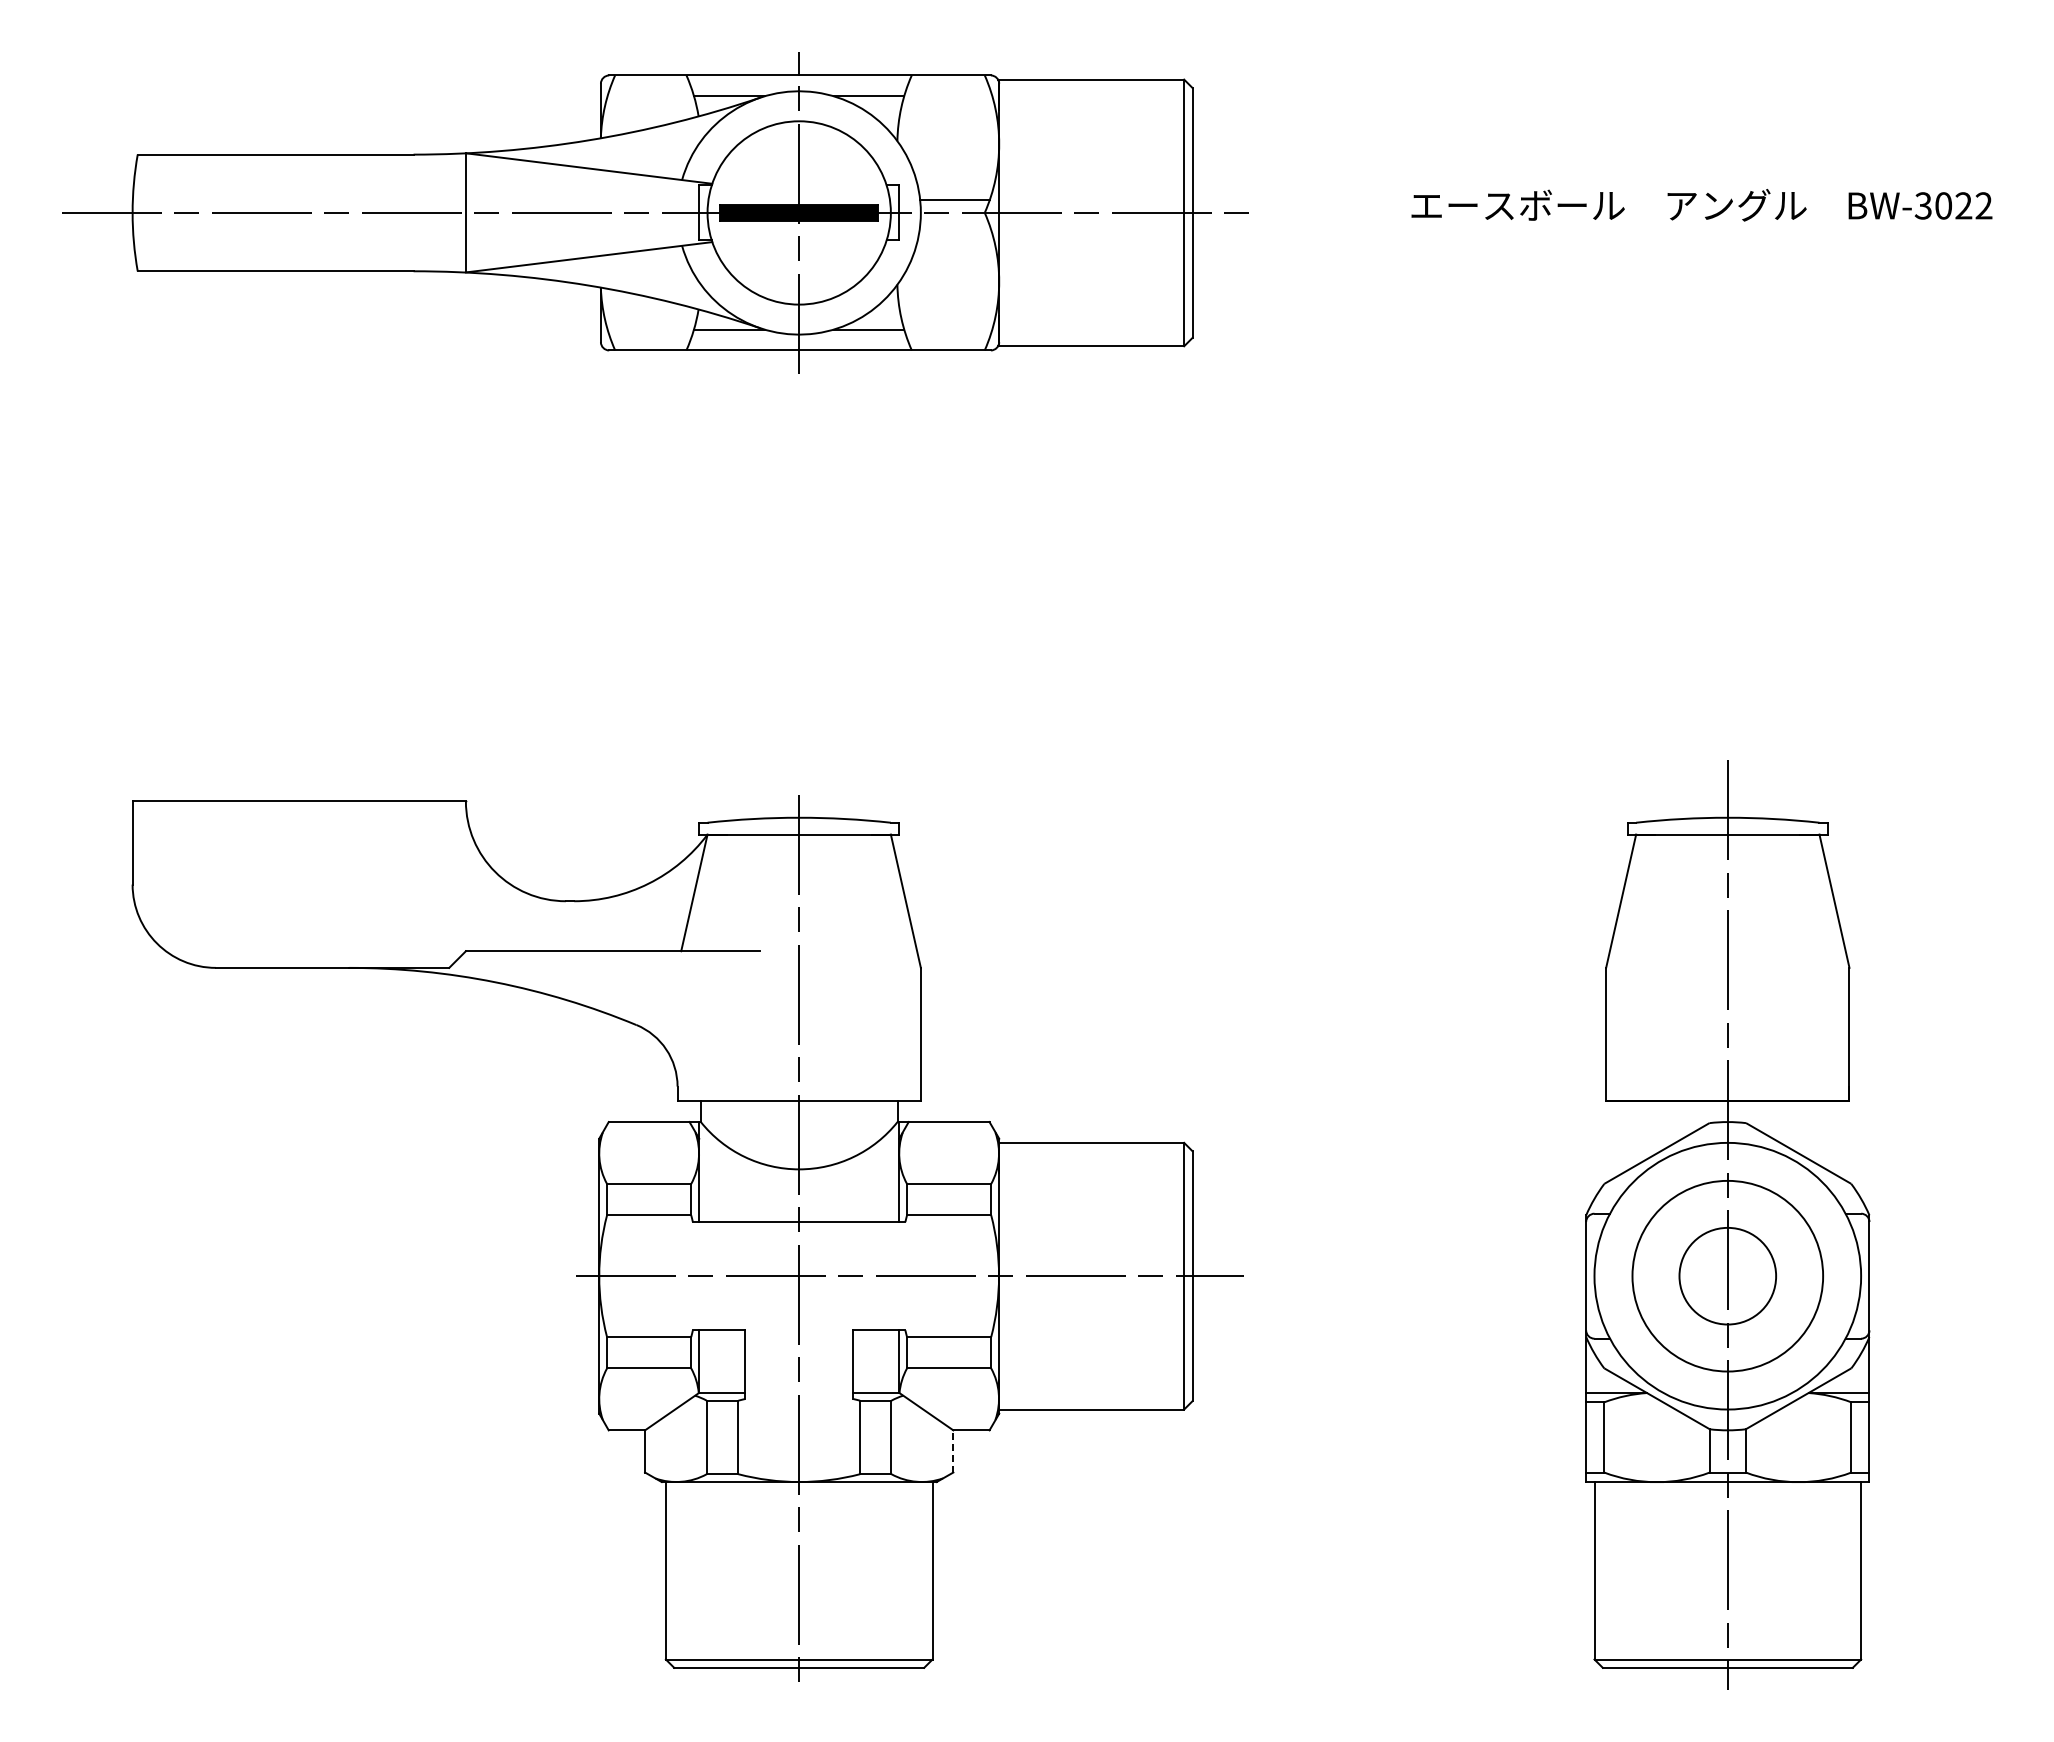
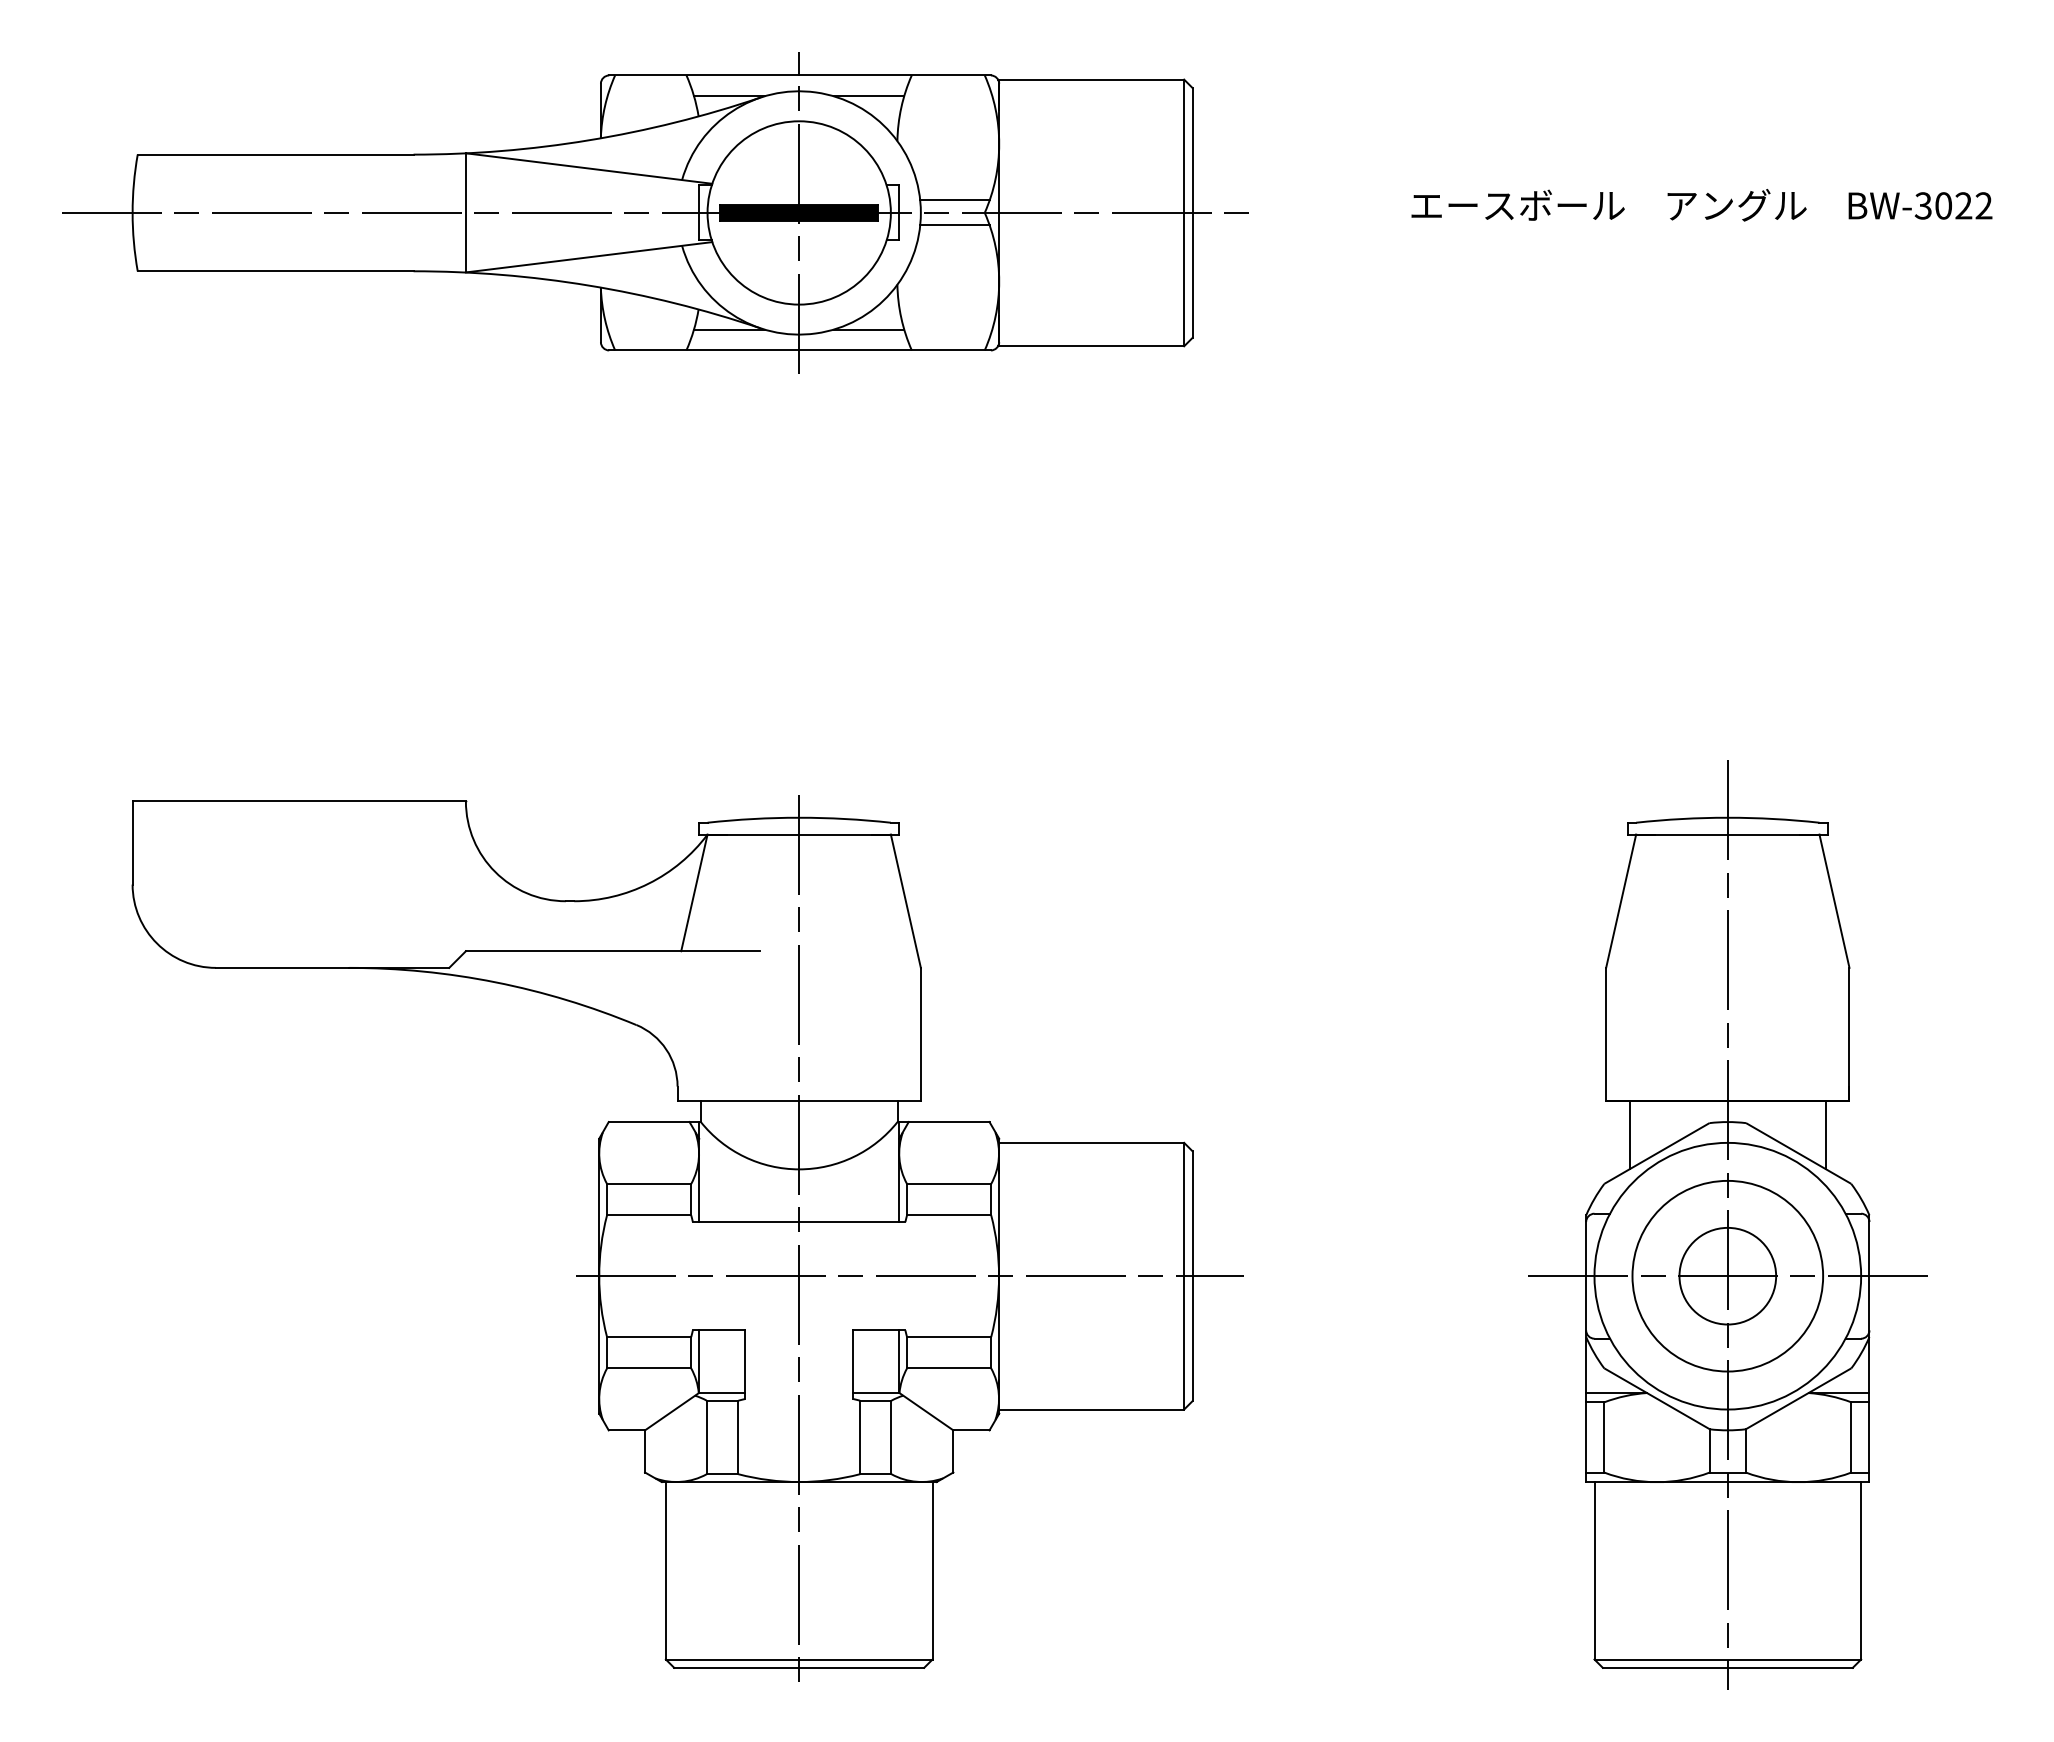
line at (954, 225): none -> present
line at (1629, 1135): none -> present
line at (1826, 1135): none -> present
line at (1727, 1276): none -> present
line at (953, 1450): dashed -> solid
